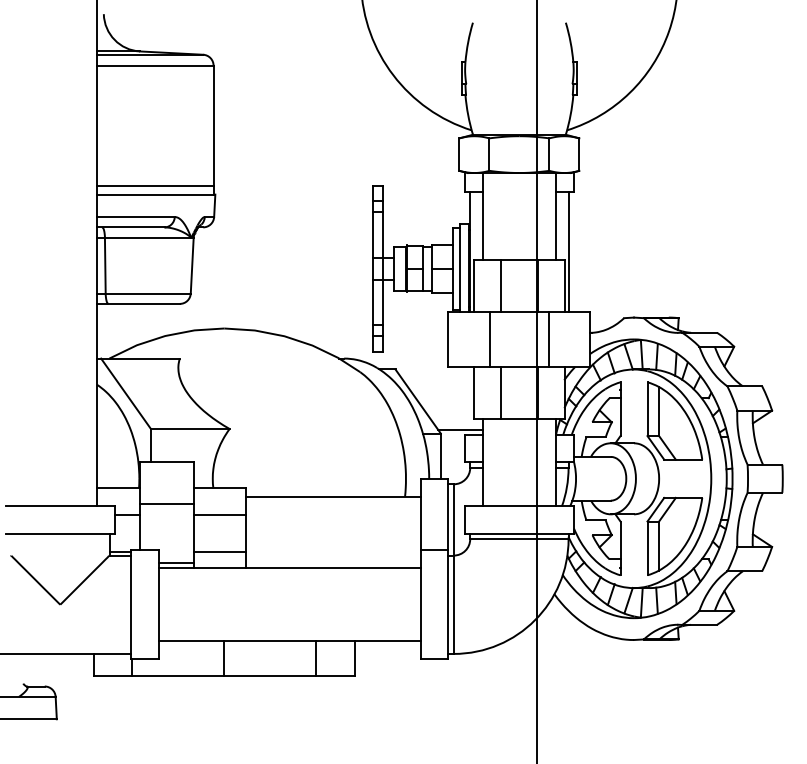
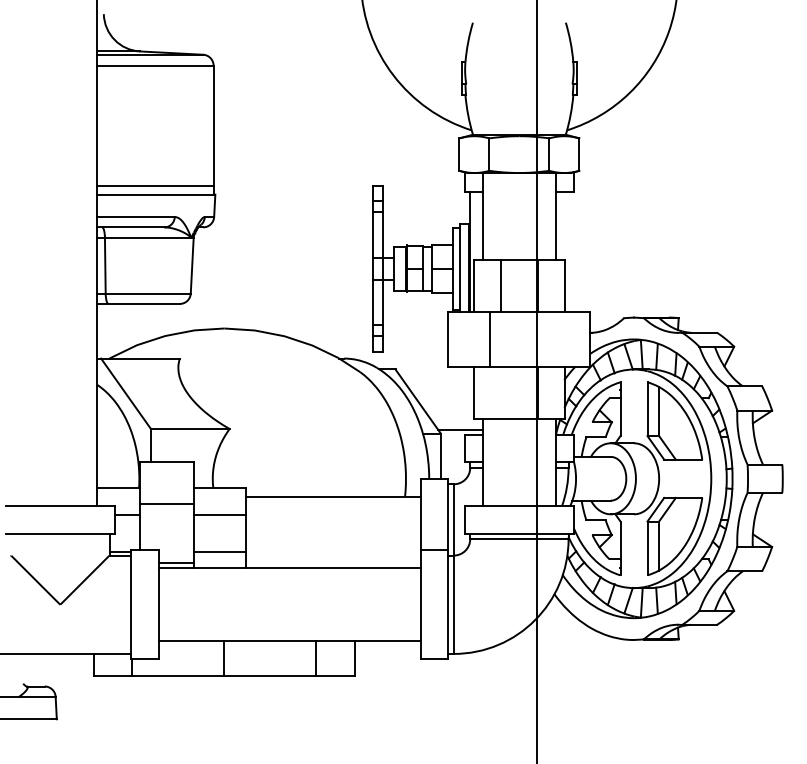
line at (568, 252): present -> none
line at (548, 339): present -> none
line at (500, 392): present -> none
